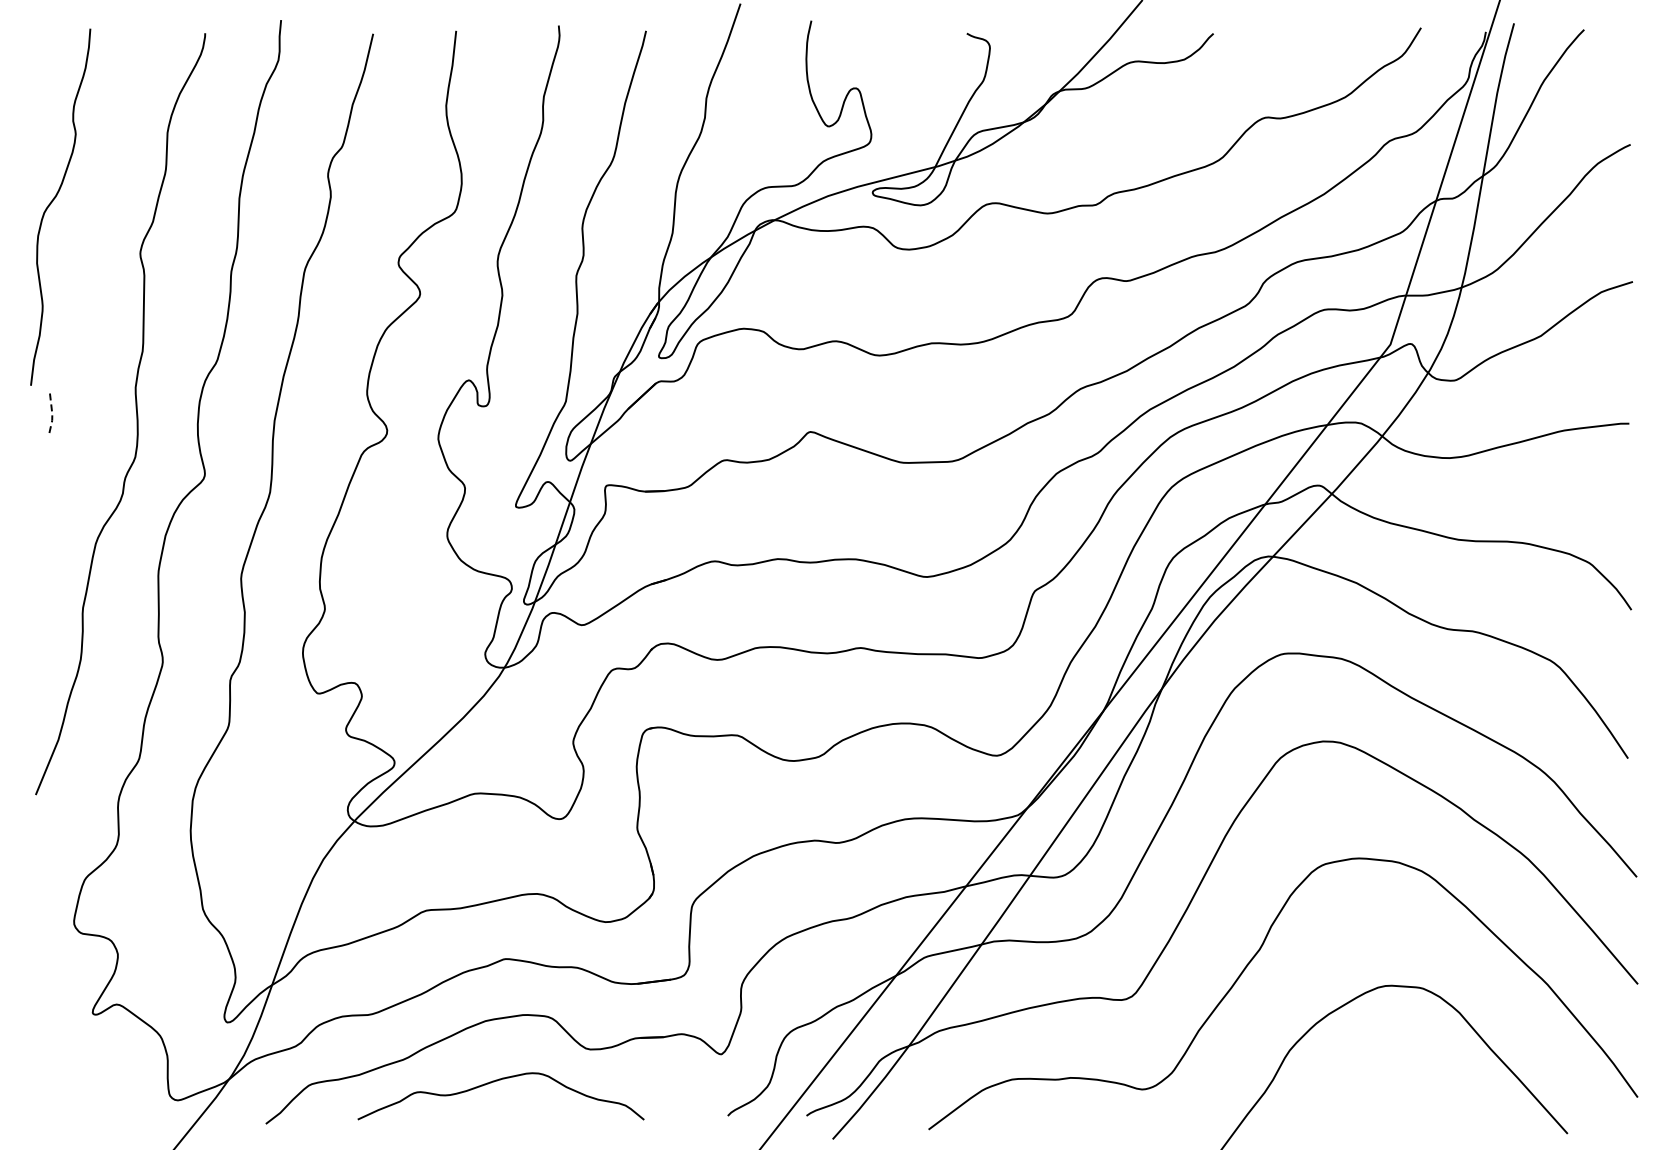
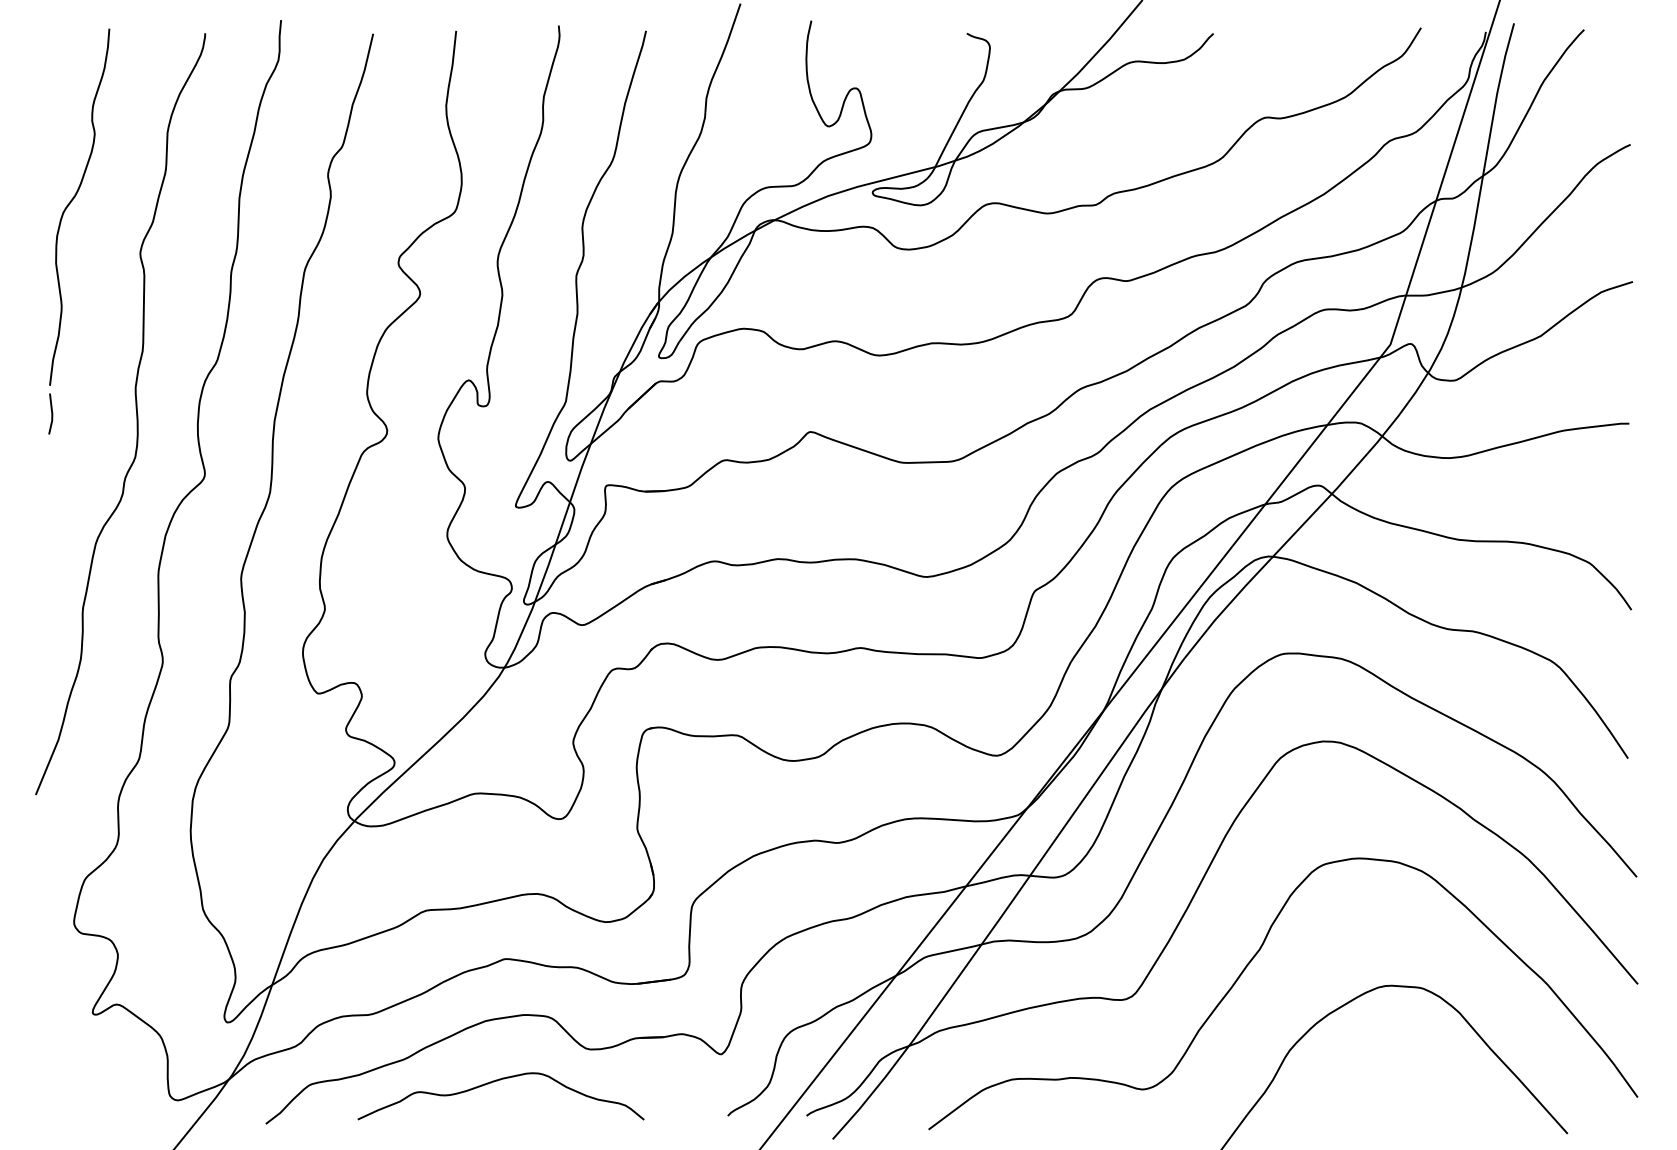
curve at (53, 201) position: (53, 201) -> (72, 201)
line at (52, 415): dashed -> solid
